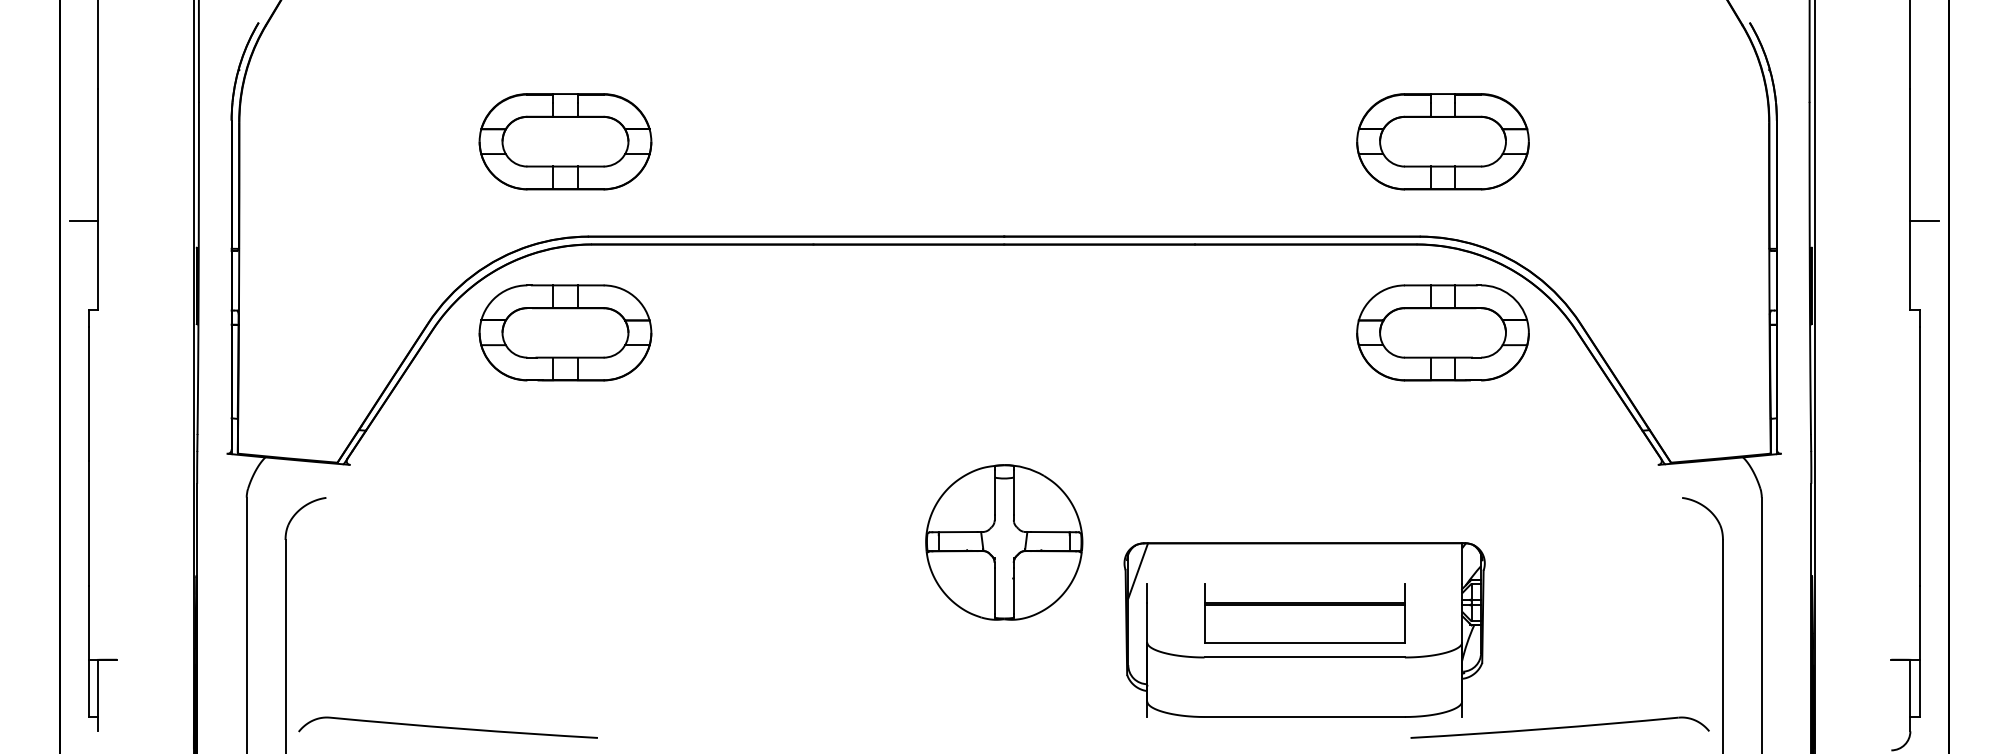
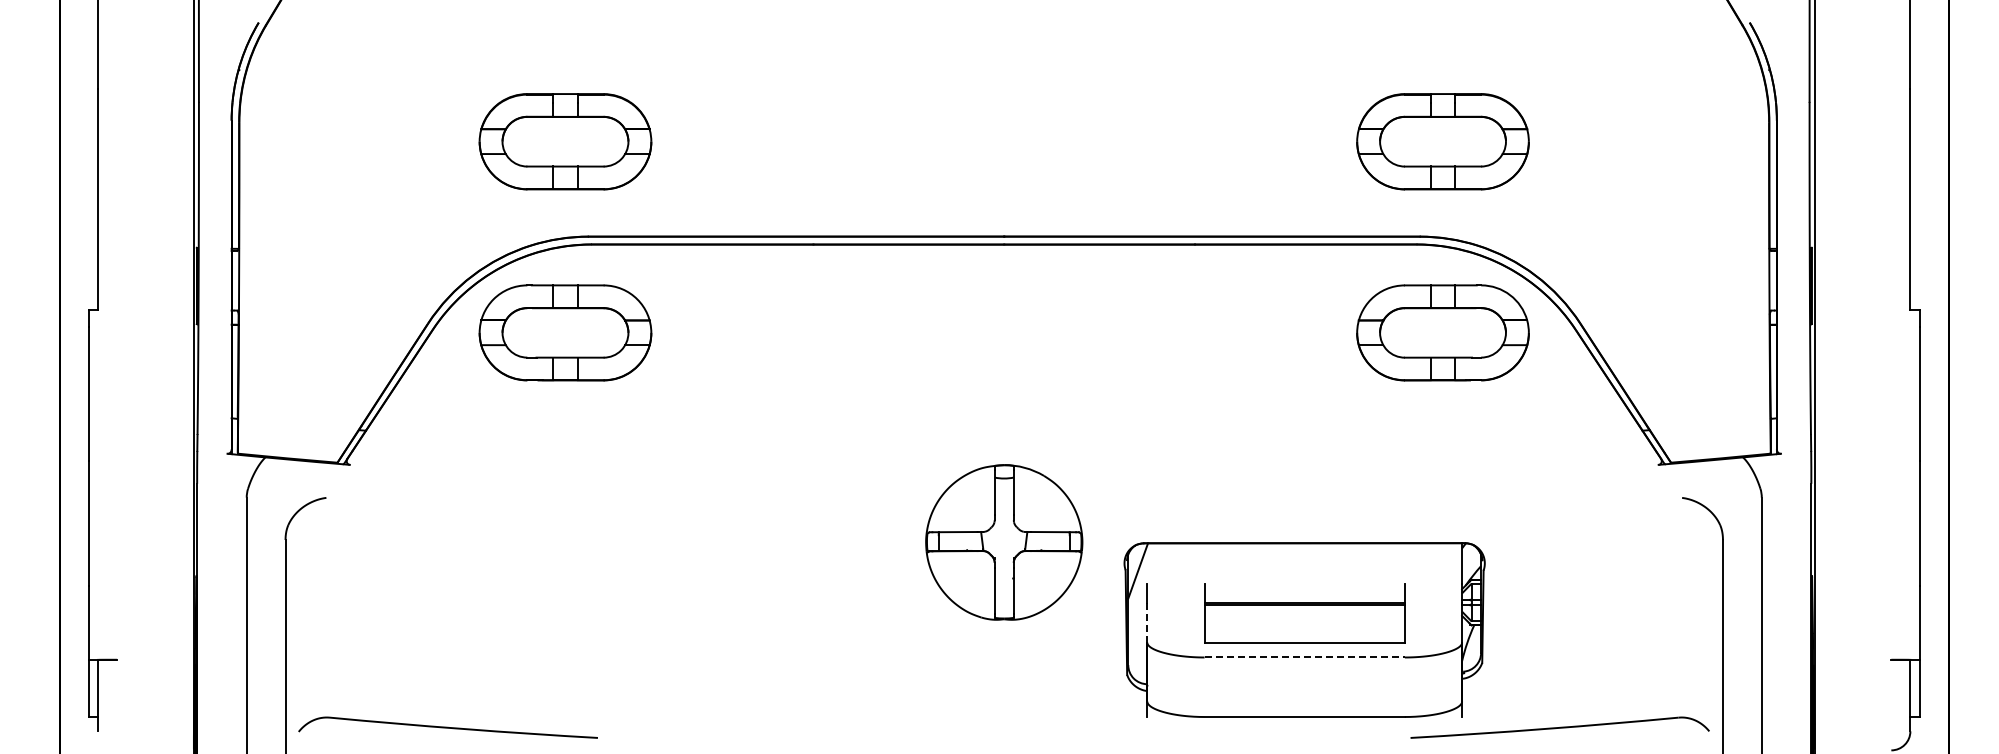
line at (83, 221): present -> none
line at (1924, 221): present -> none
line at (1147, 623): solid -> dashed
line at (1305, 657): solid -> dashed
